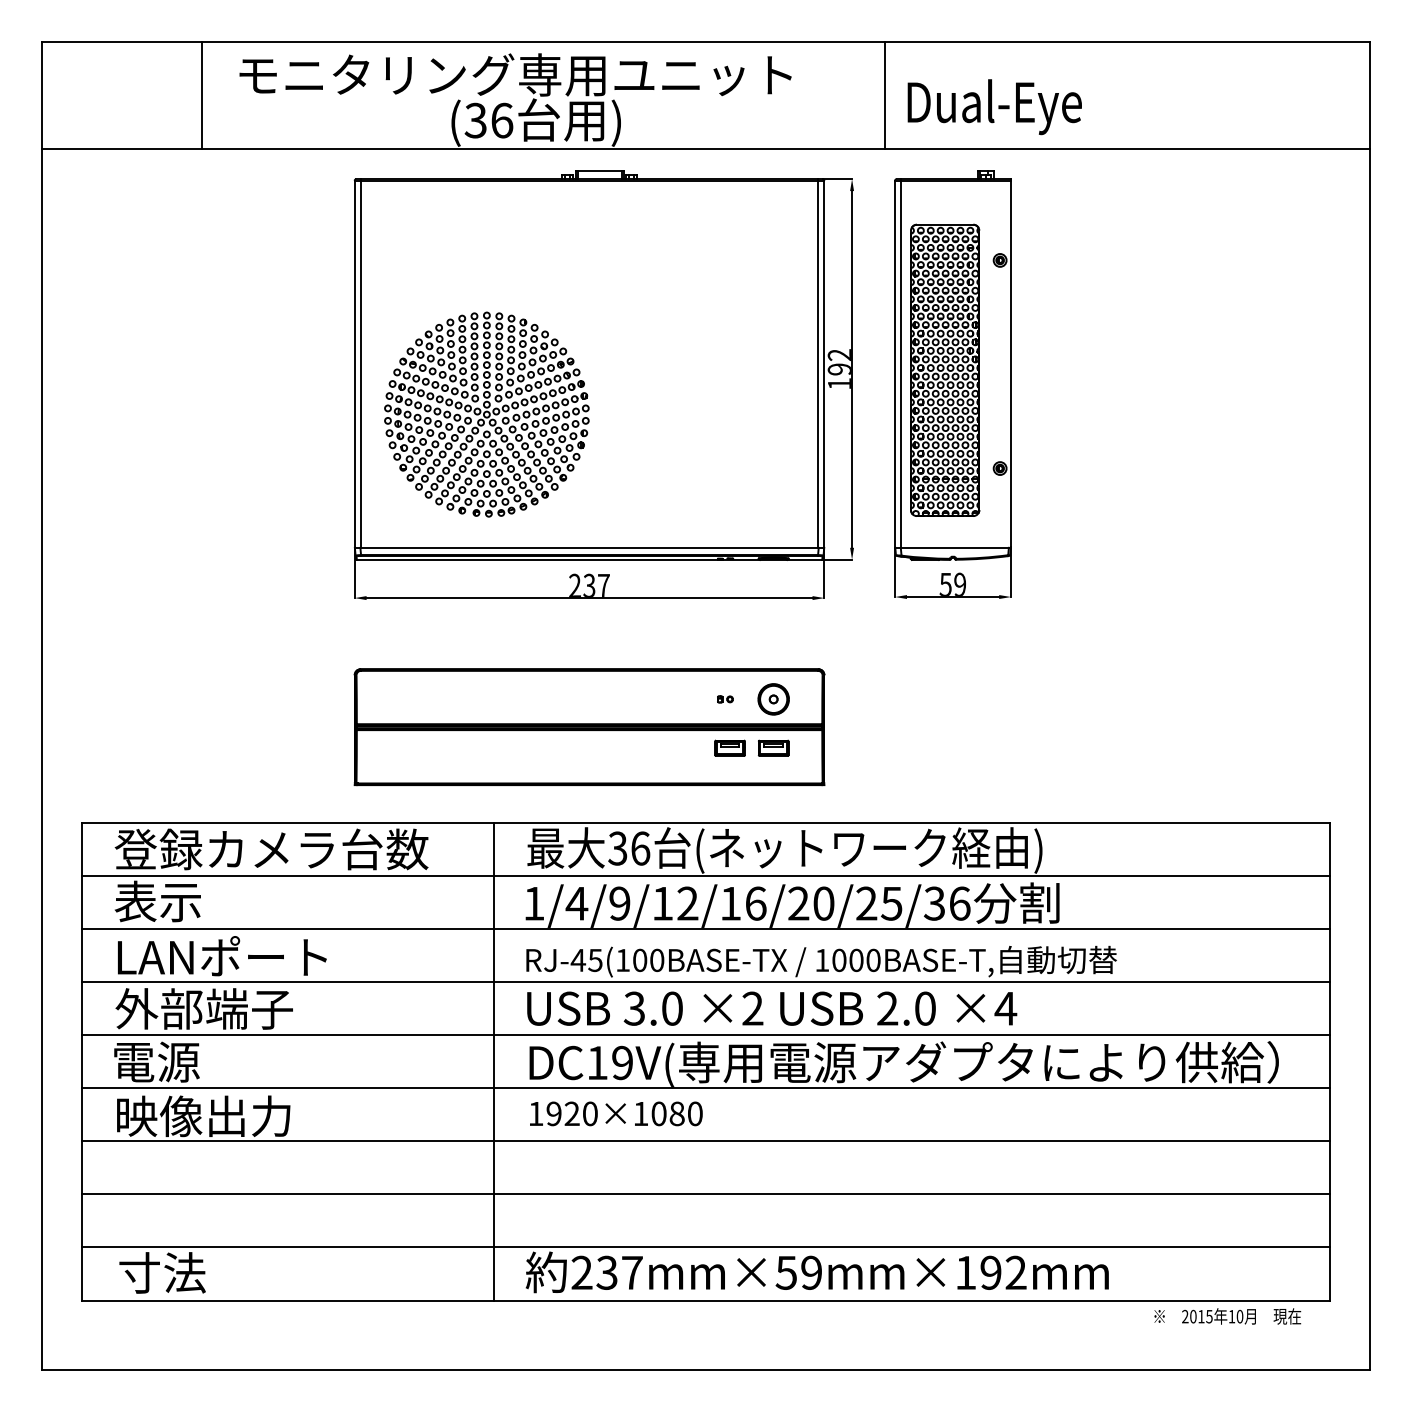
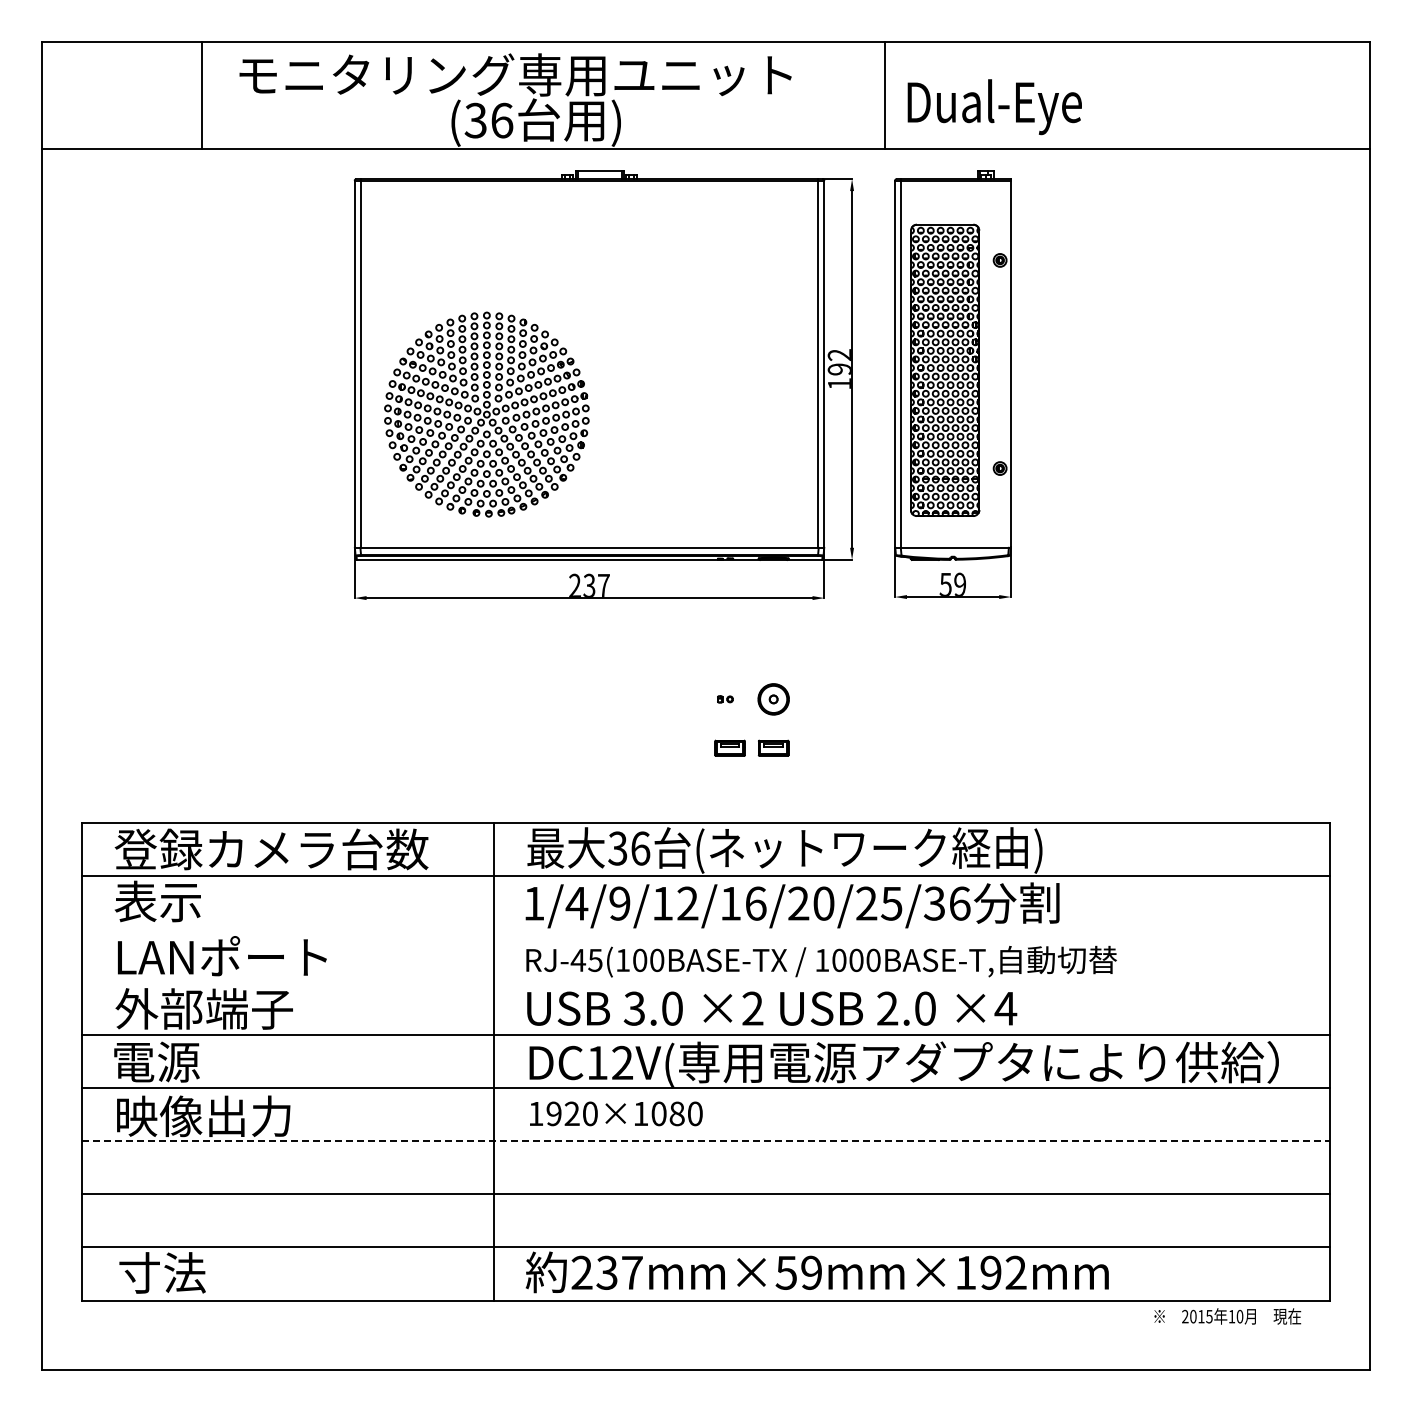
part at (589, 727): present -> none
line at (705, 928): present -> none
line at (705, 982): present -> none
text at (622, 1063): DC19V( -> DC12V(
line at (705, 1141): solid -> dashed
